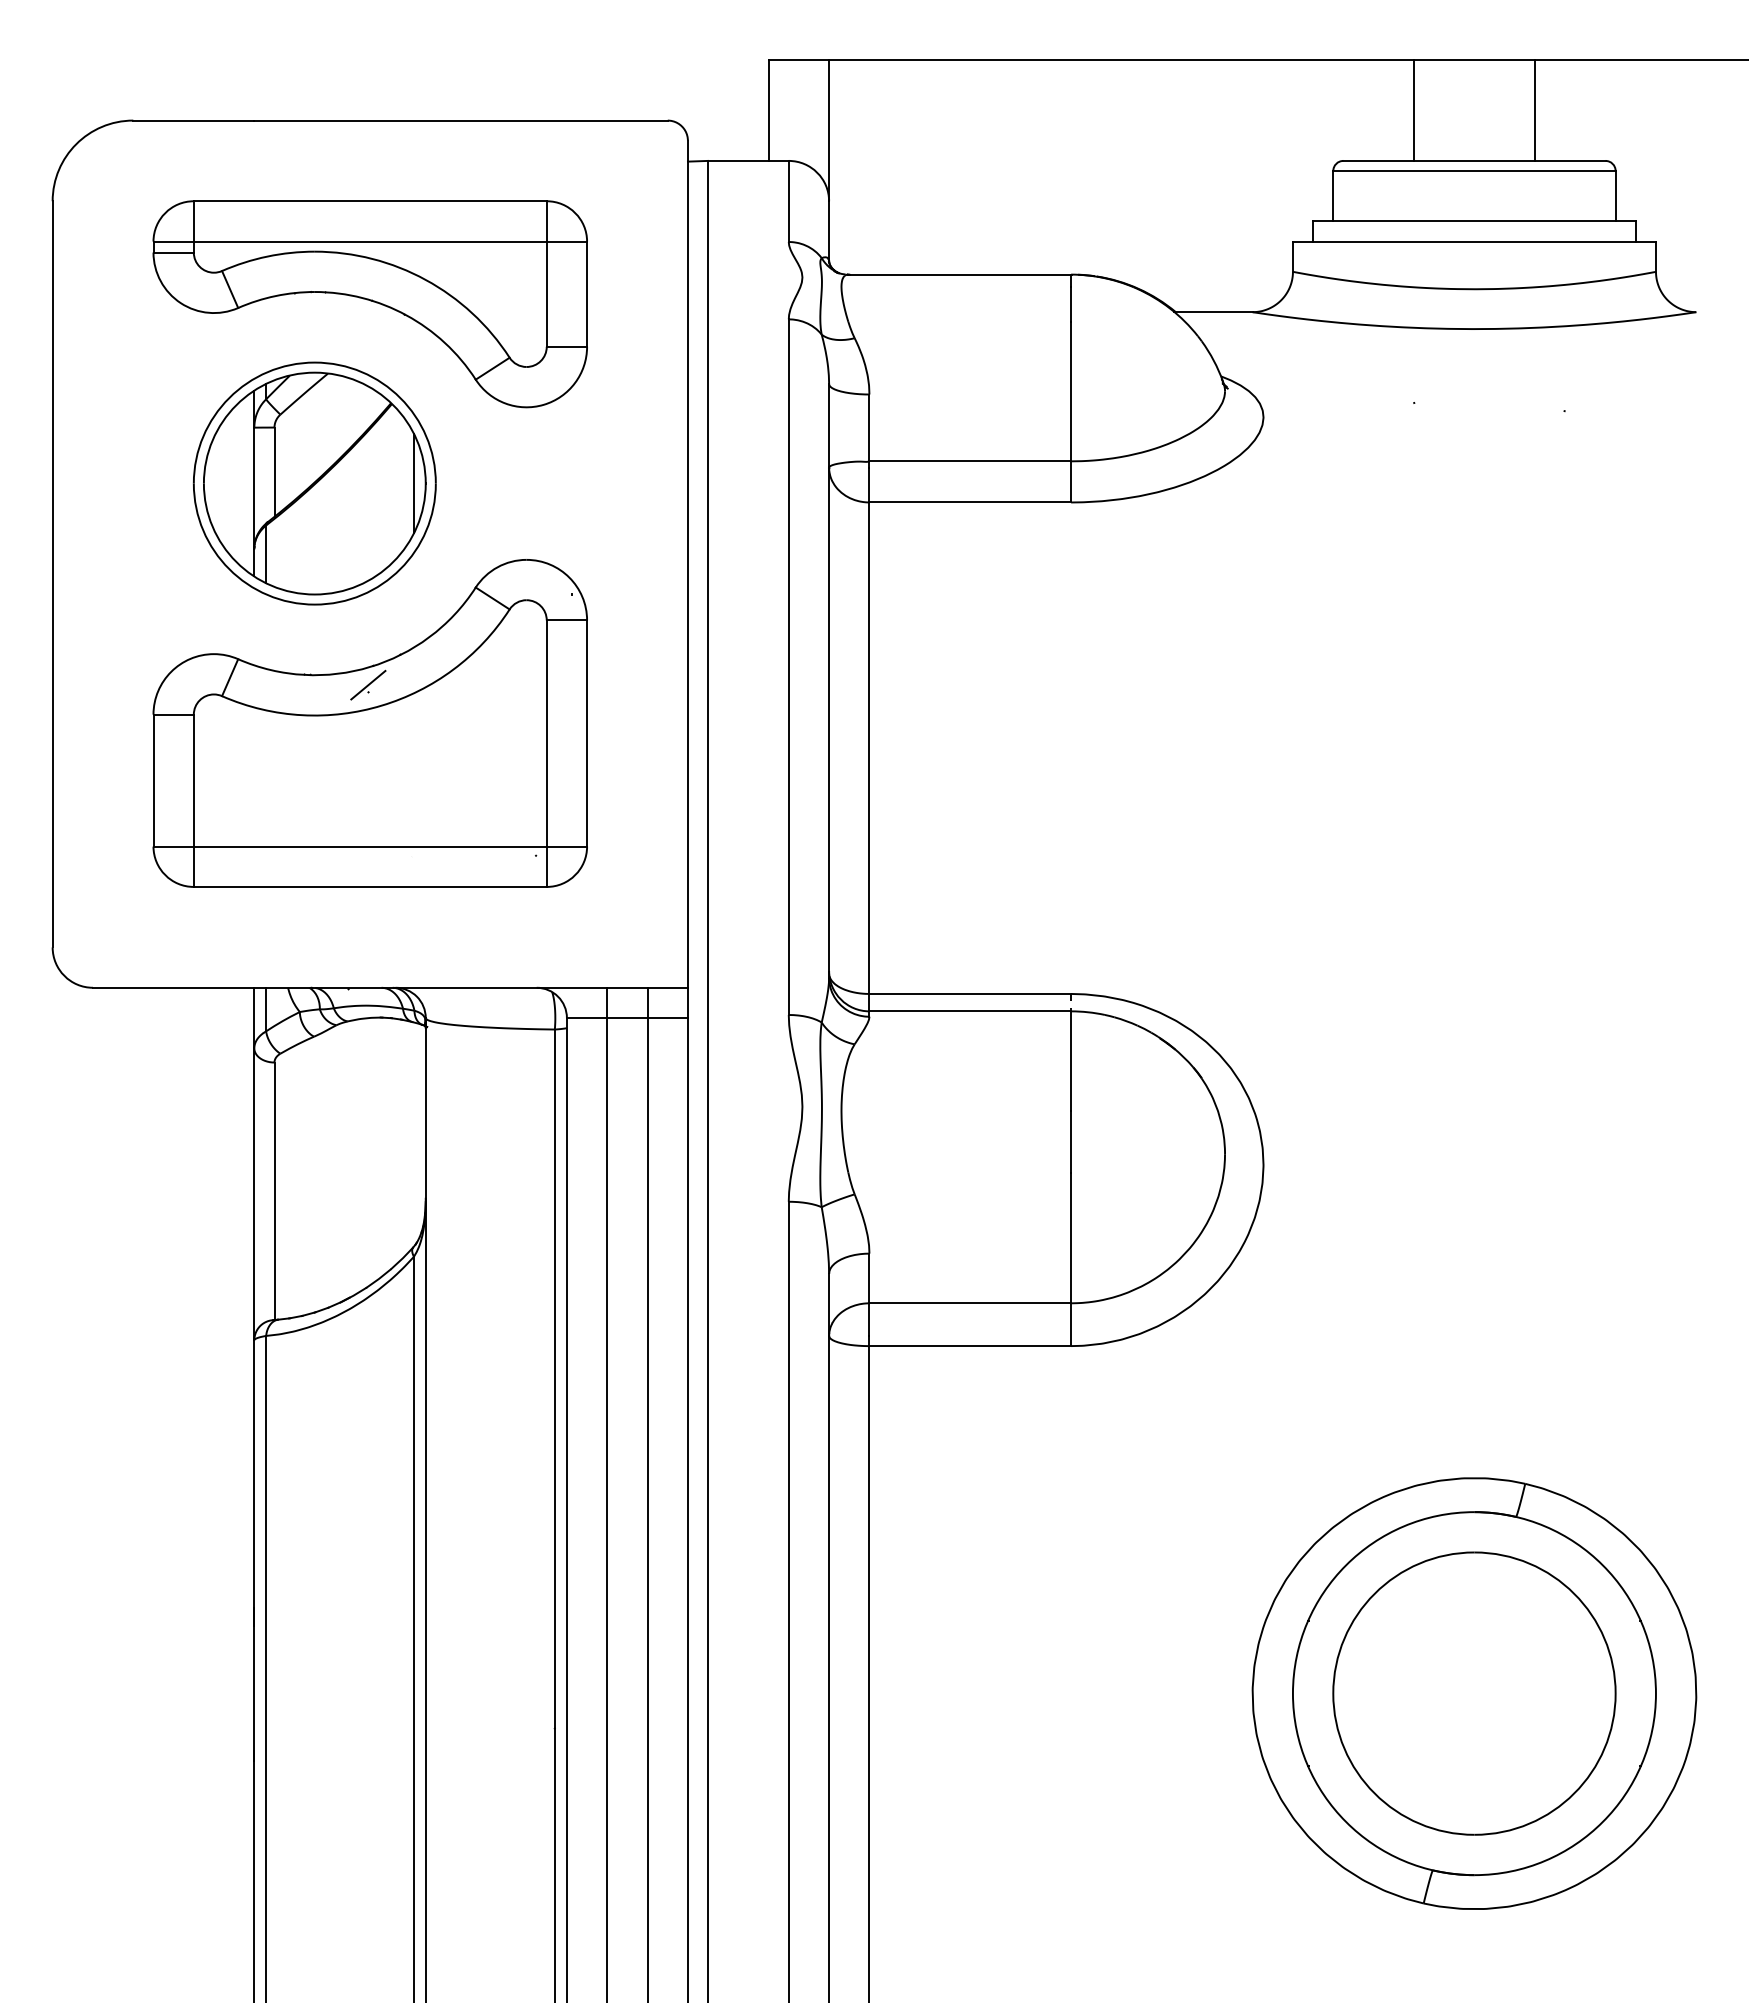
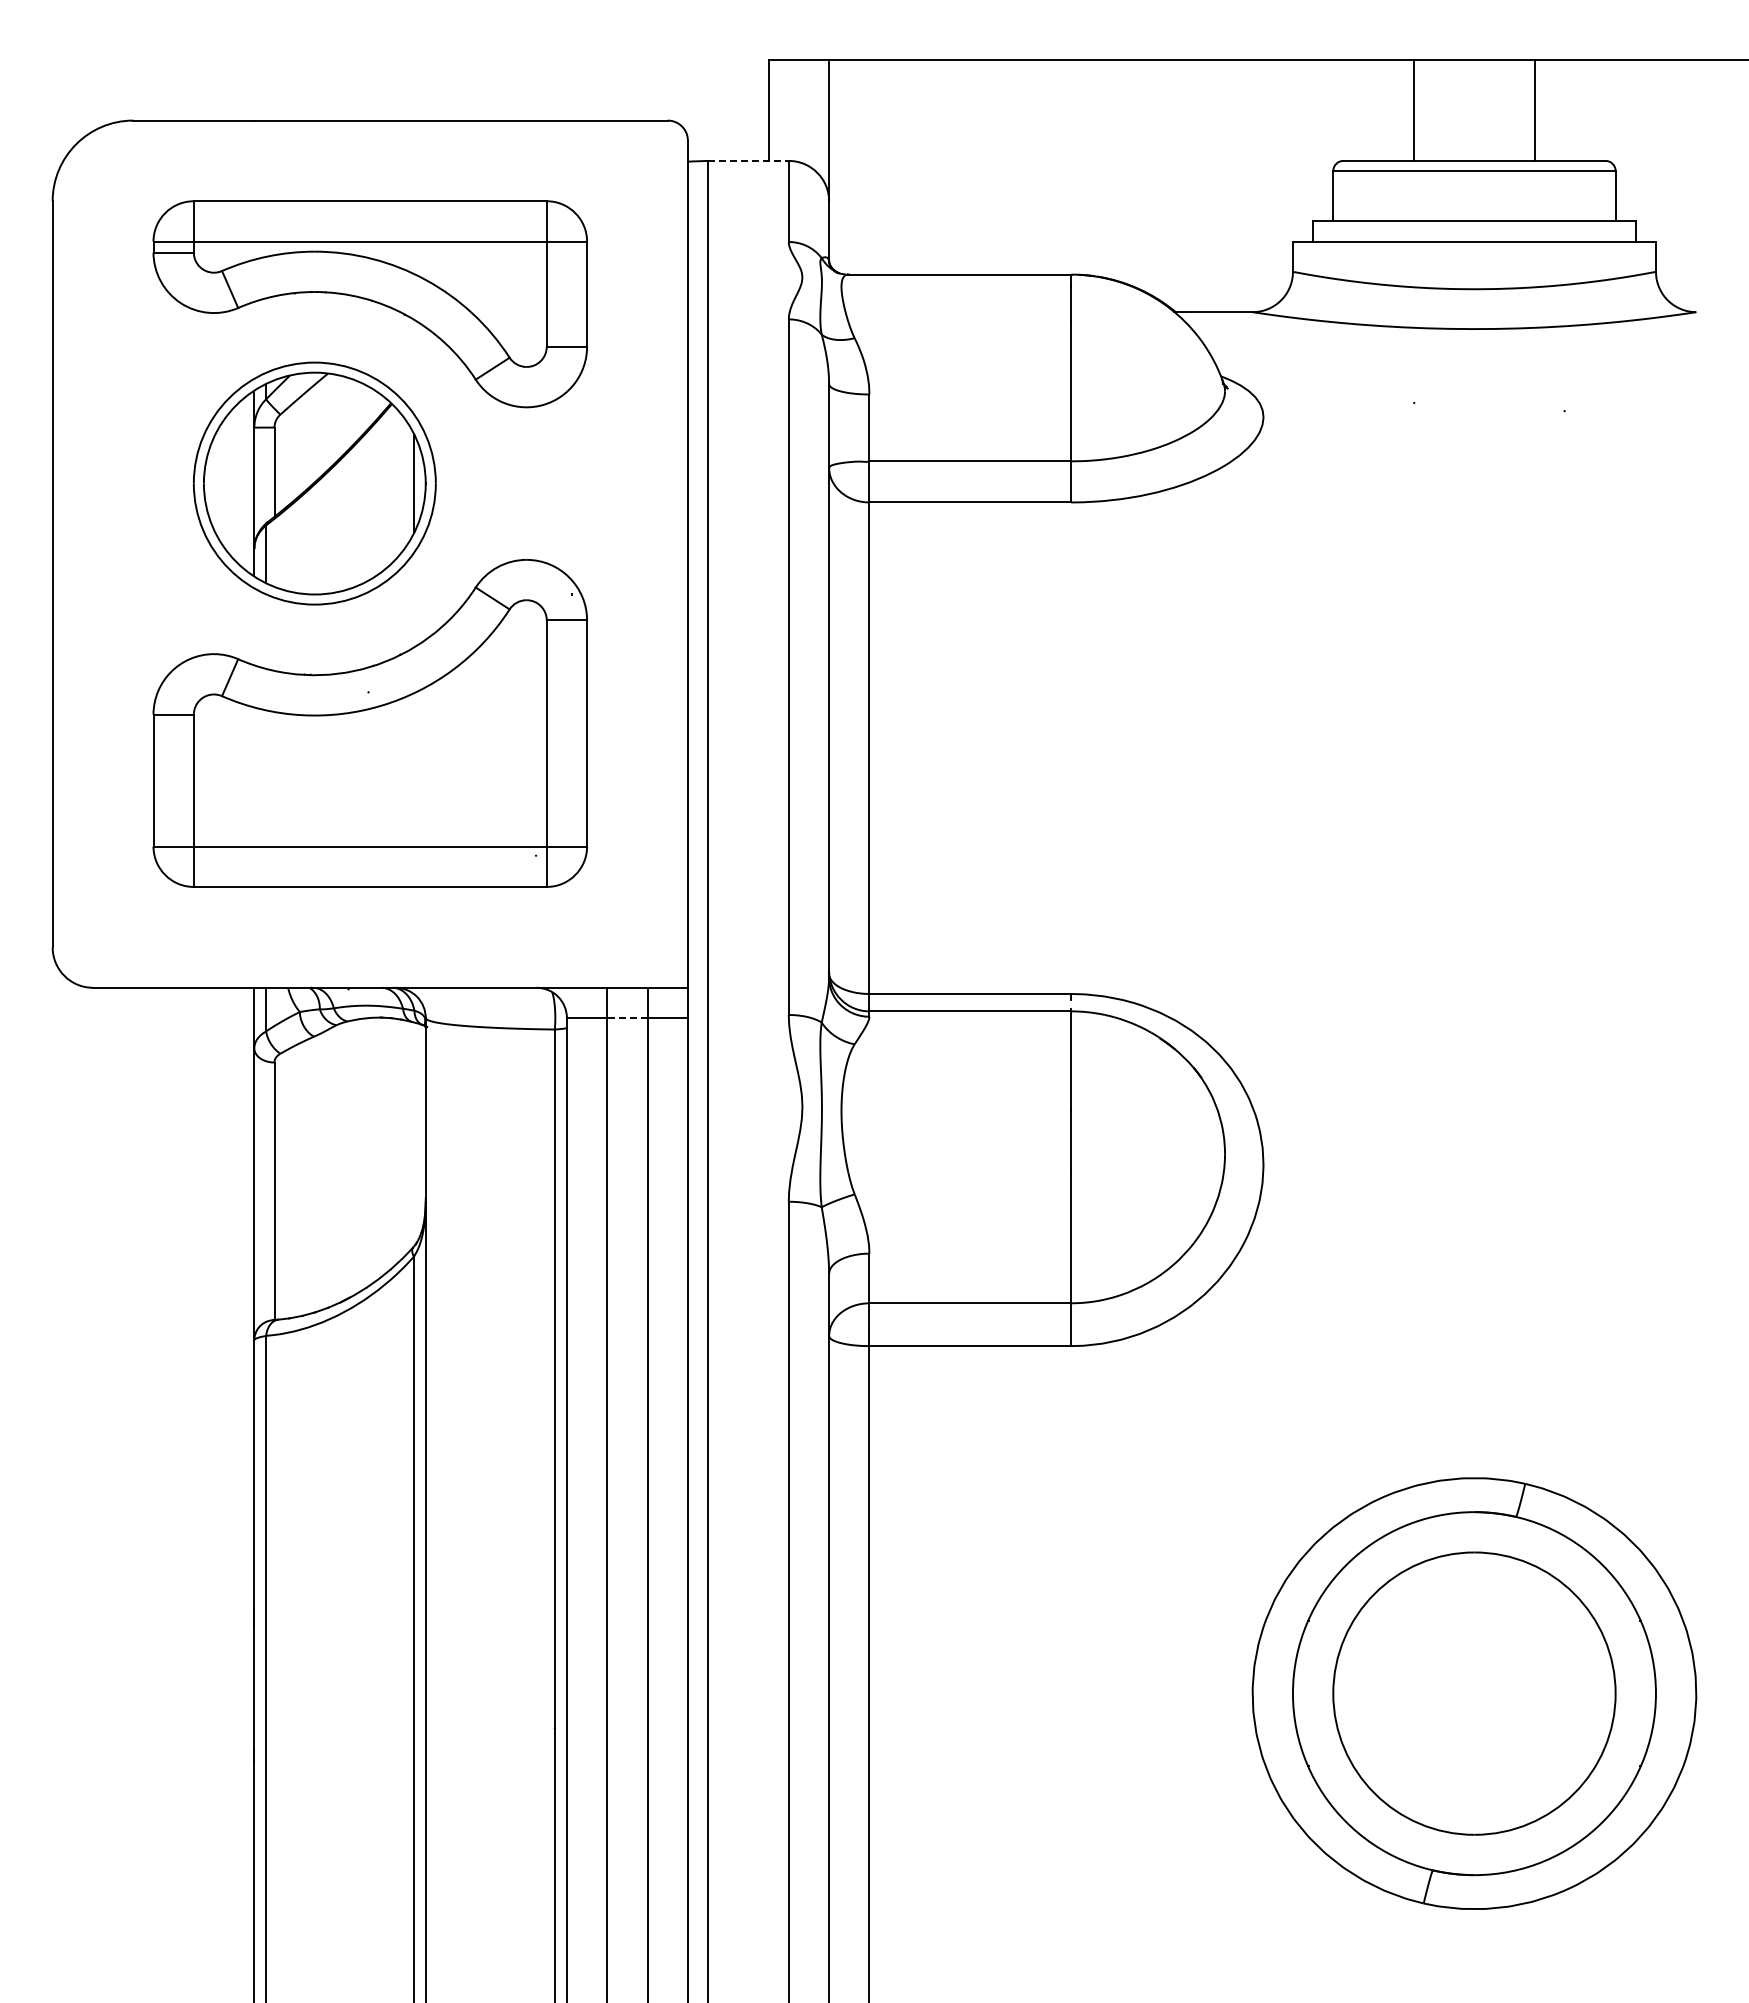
line at (748, 160): solid -> dashed
line at (368, 684): present -> none
line at (626, 1018): solid -> dashed
